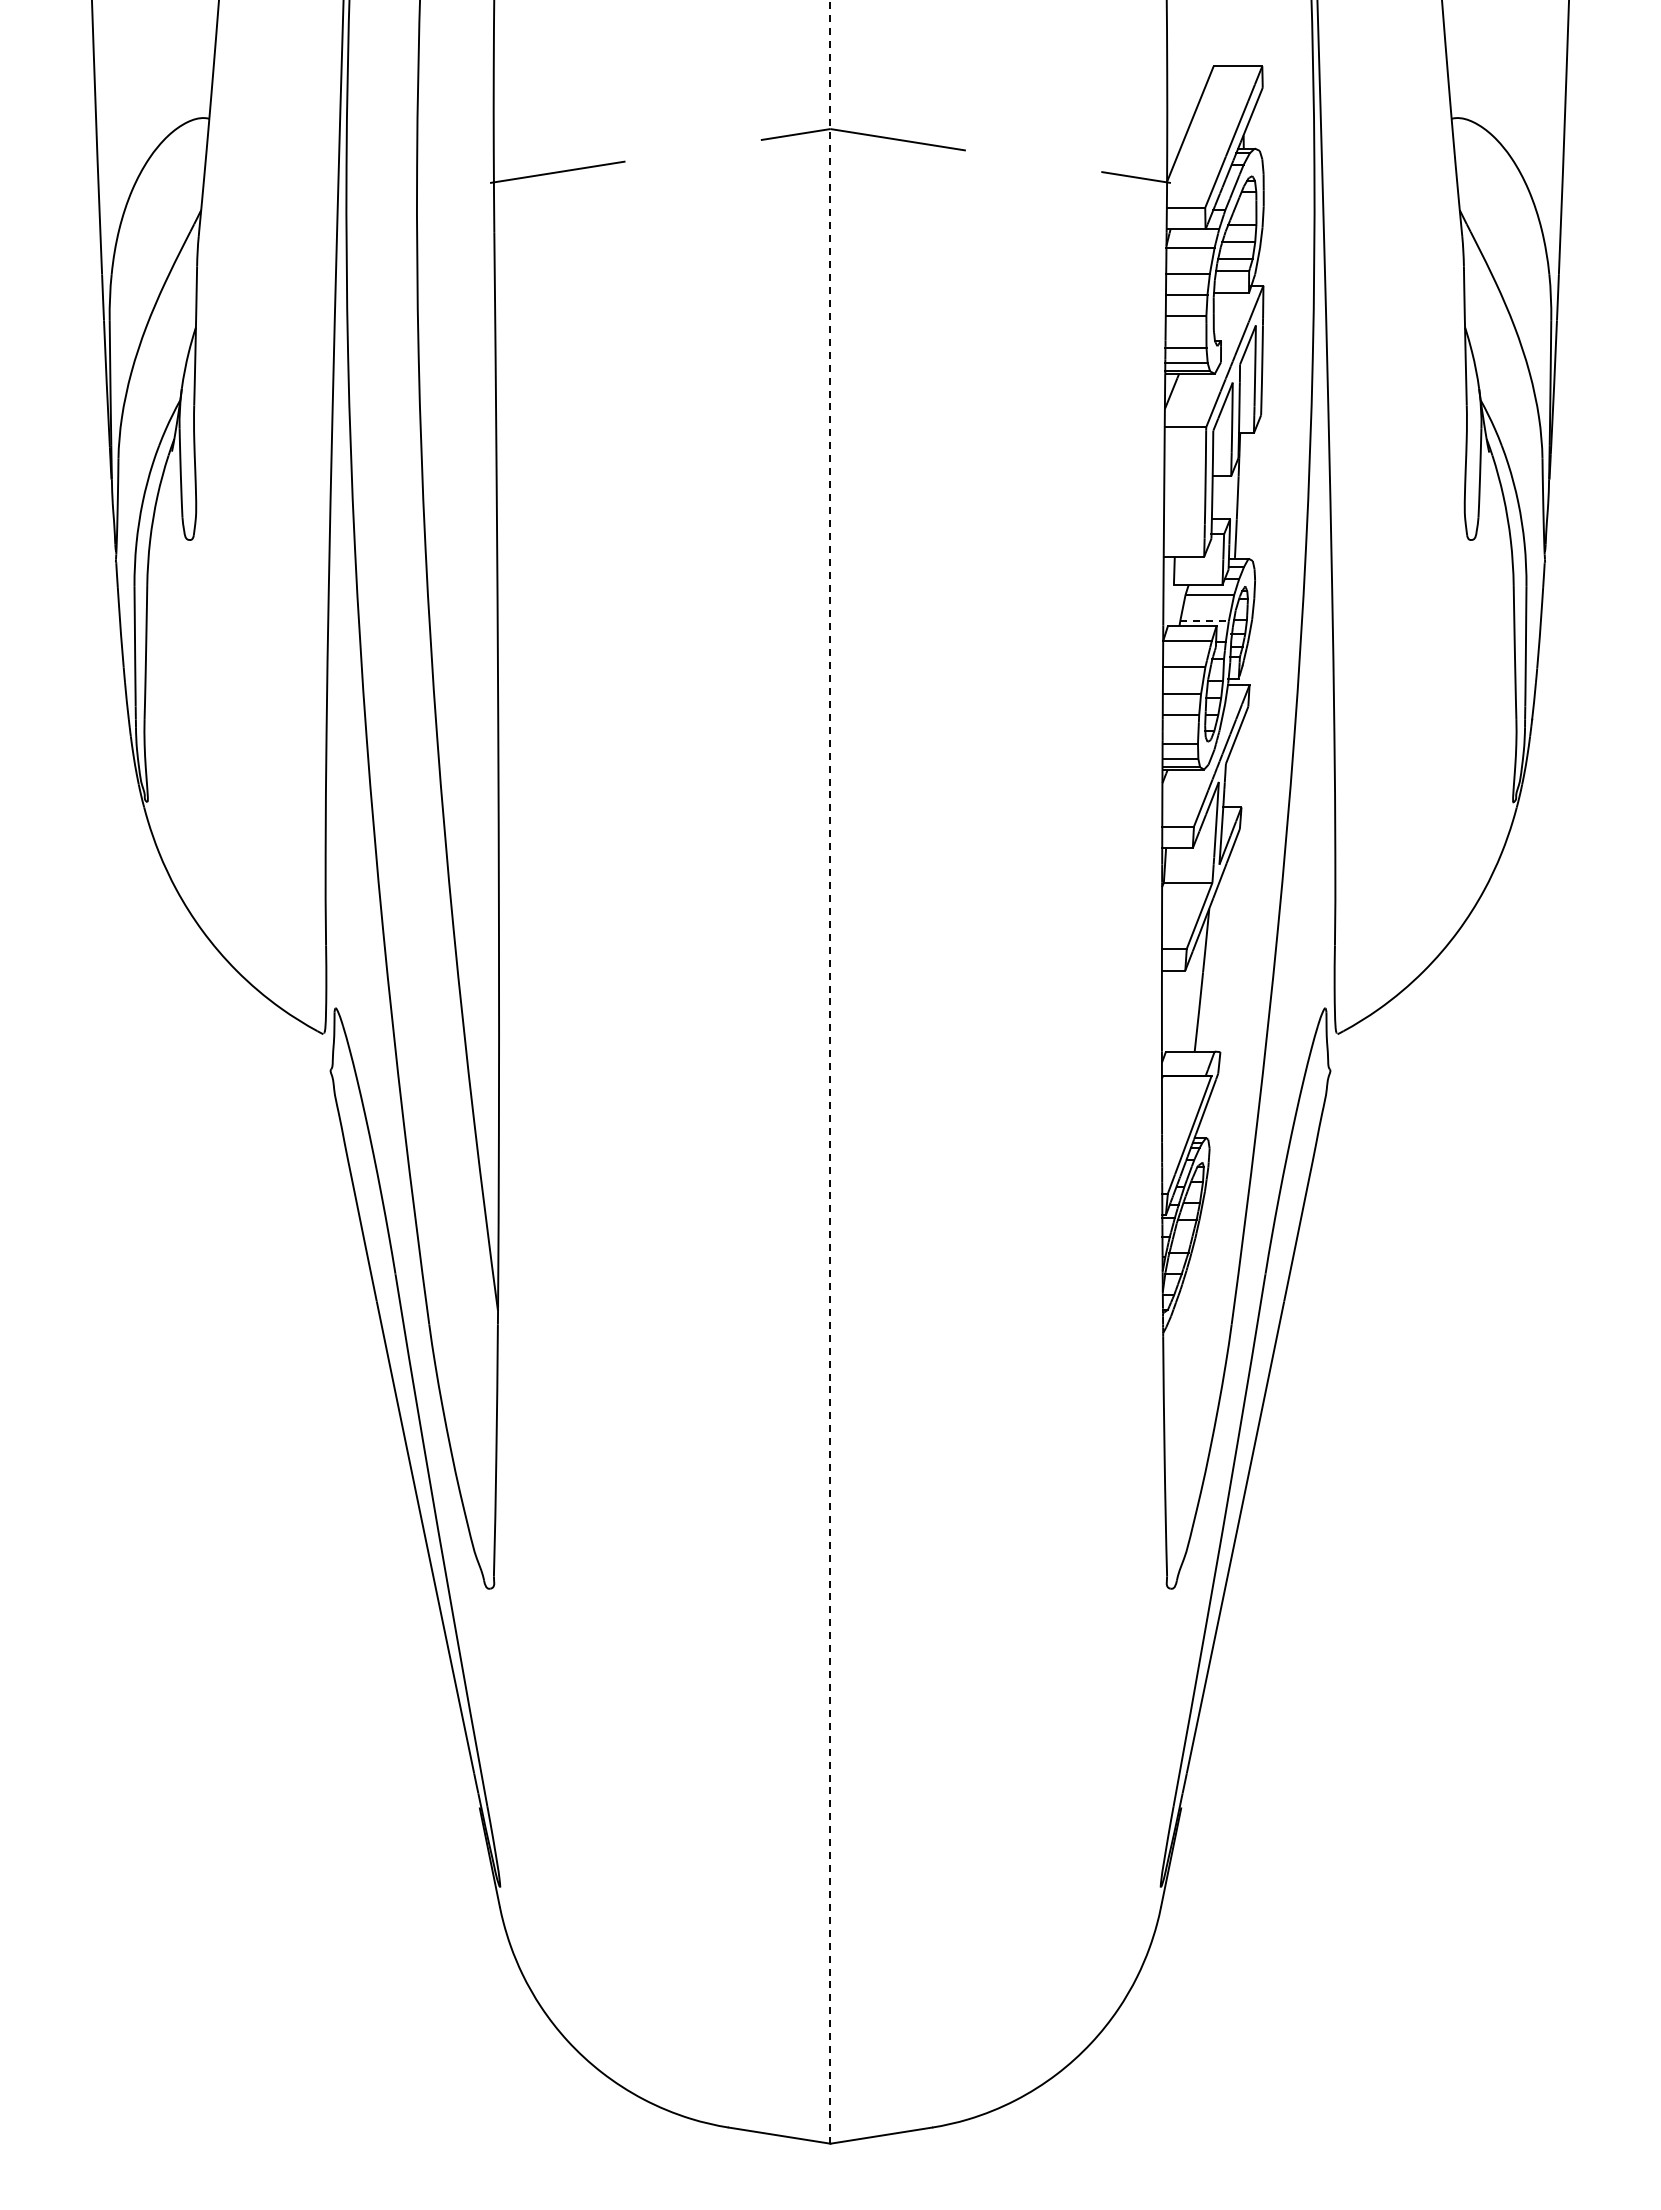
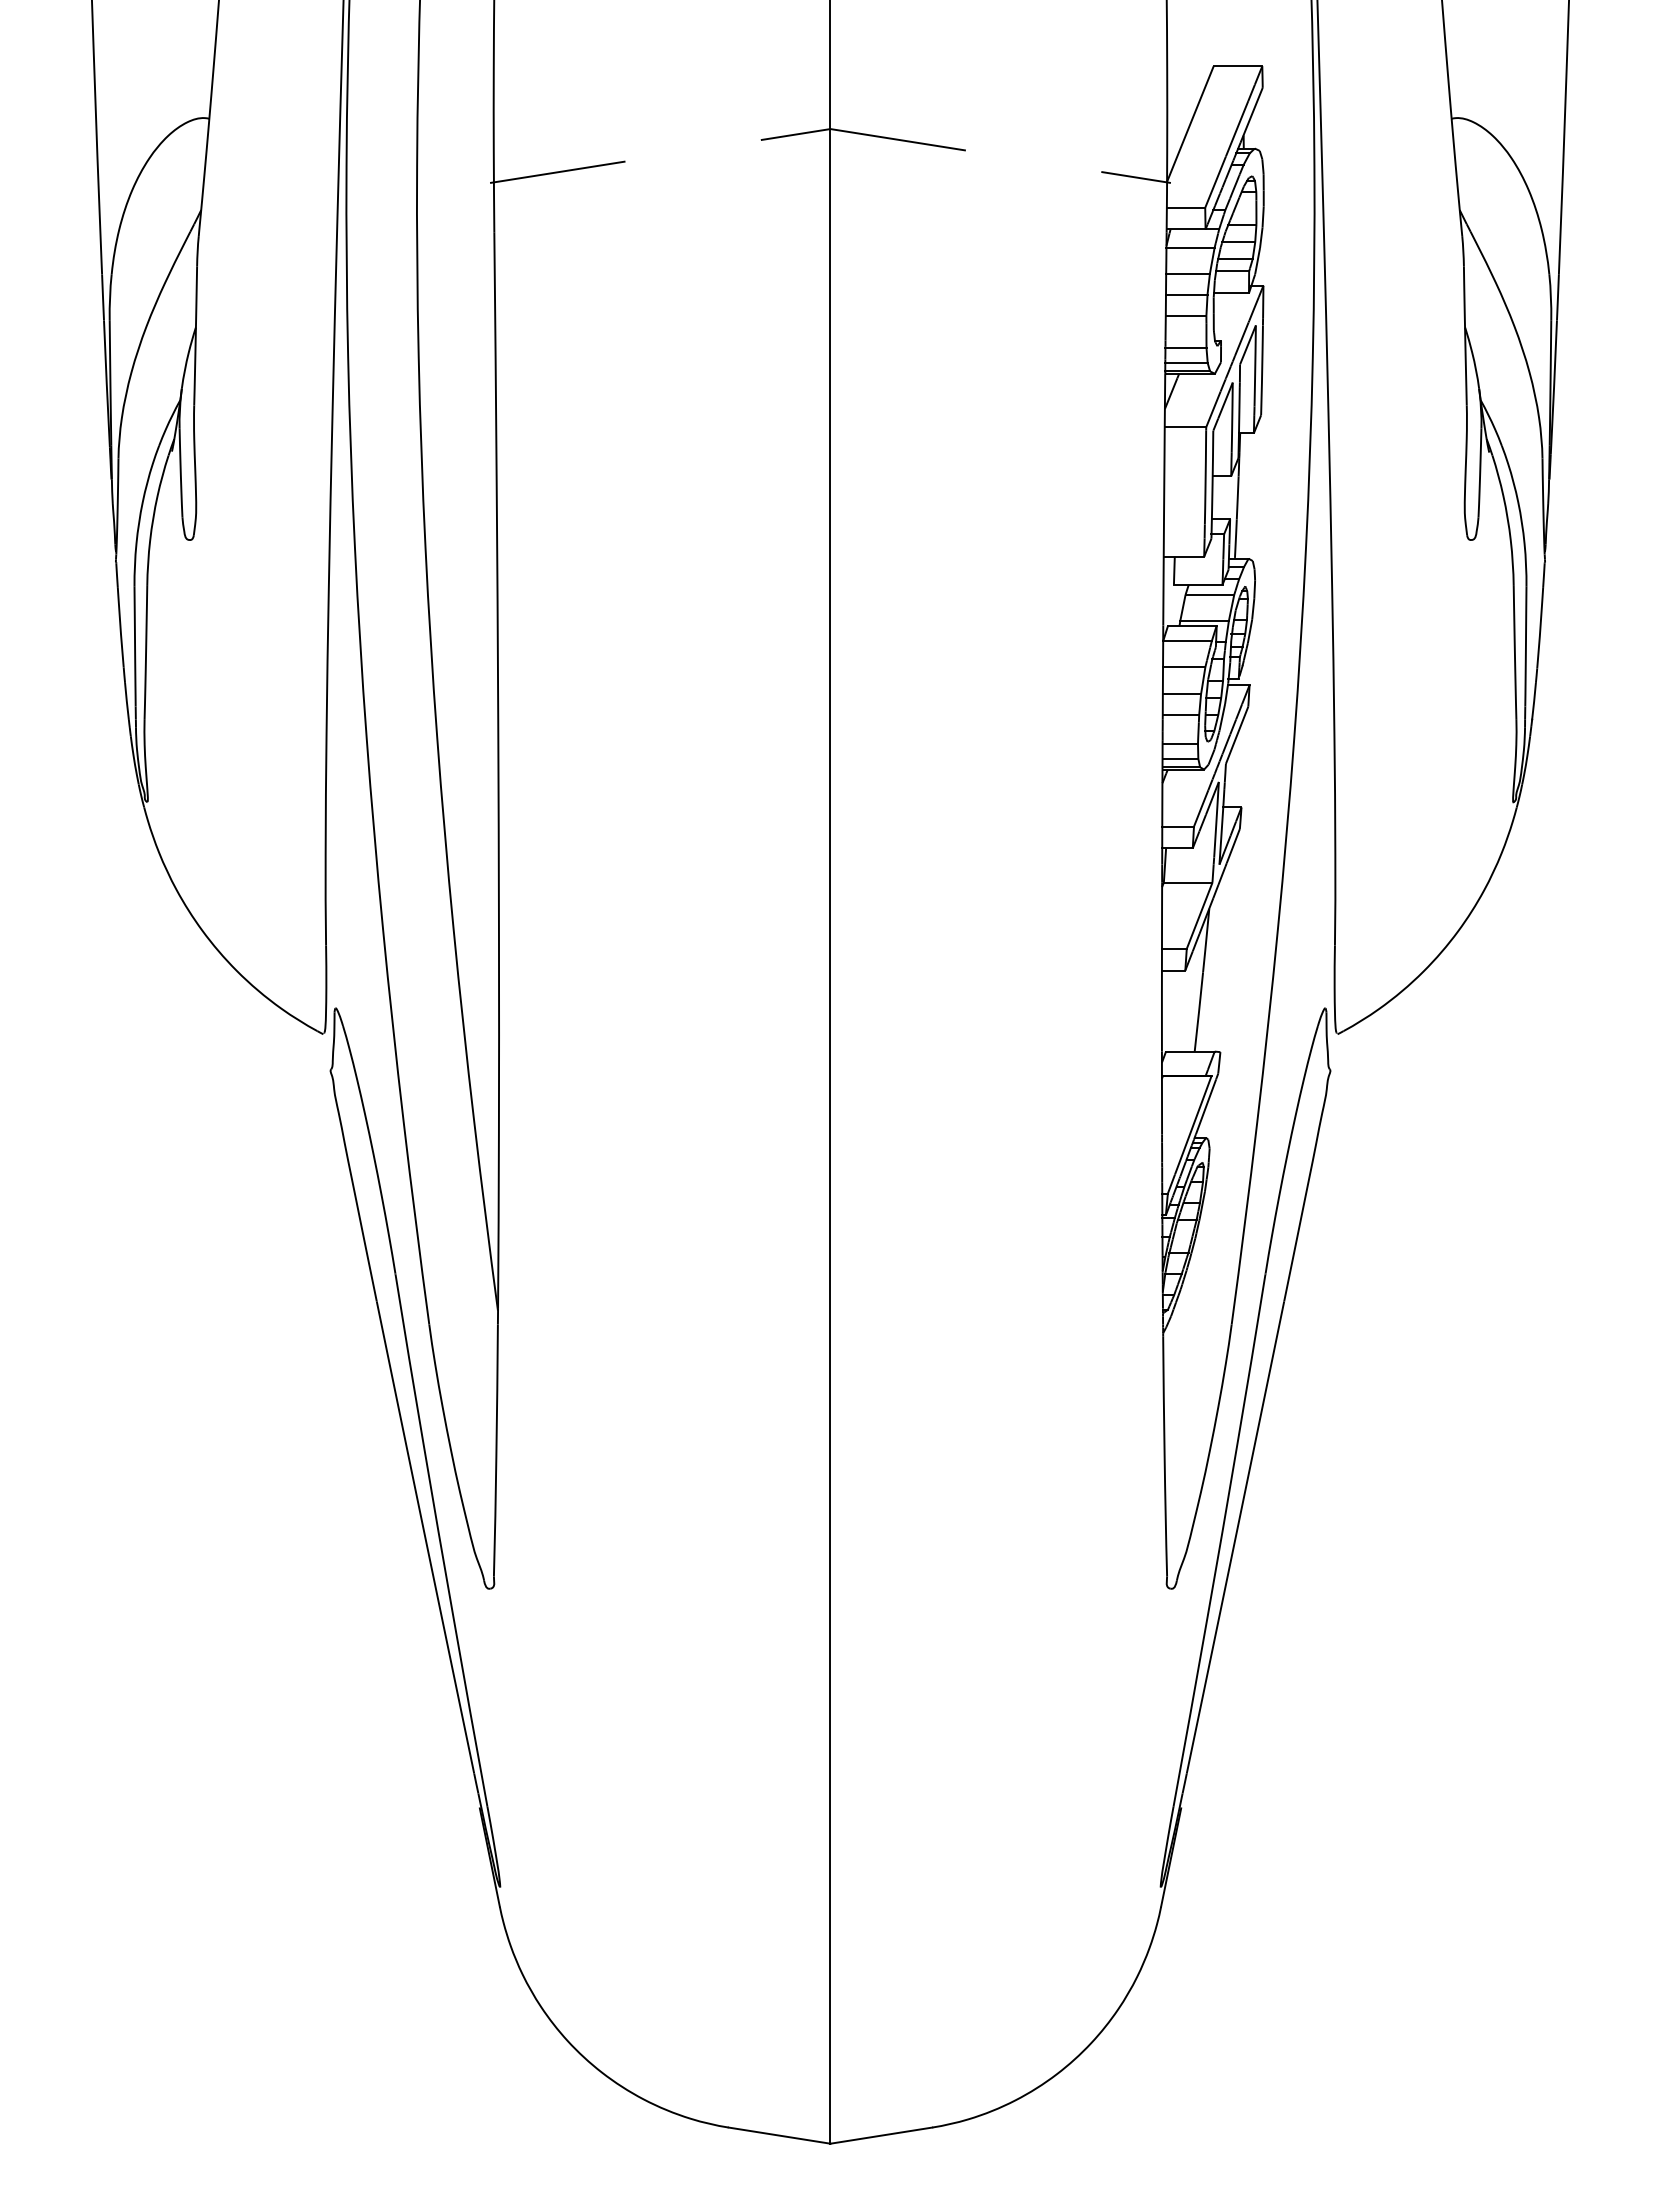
line at (1205, 621): dashed -> solid
line at (830, 1071): dashed -> solid
